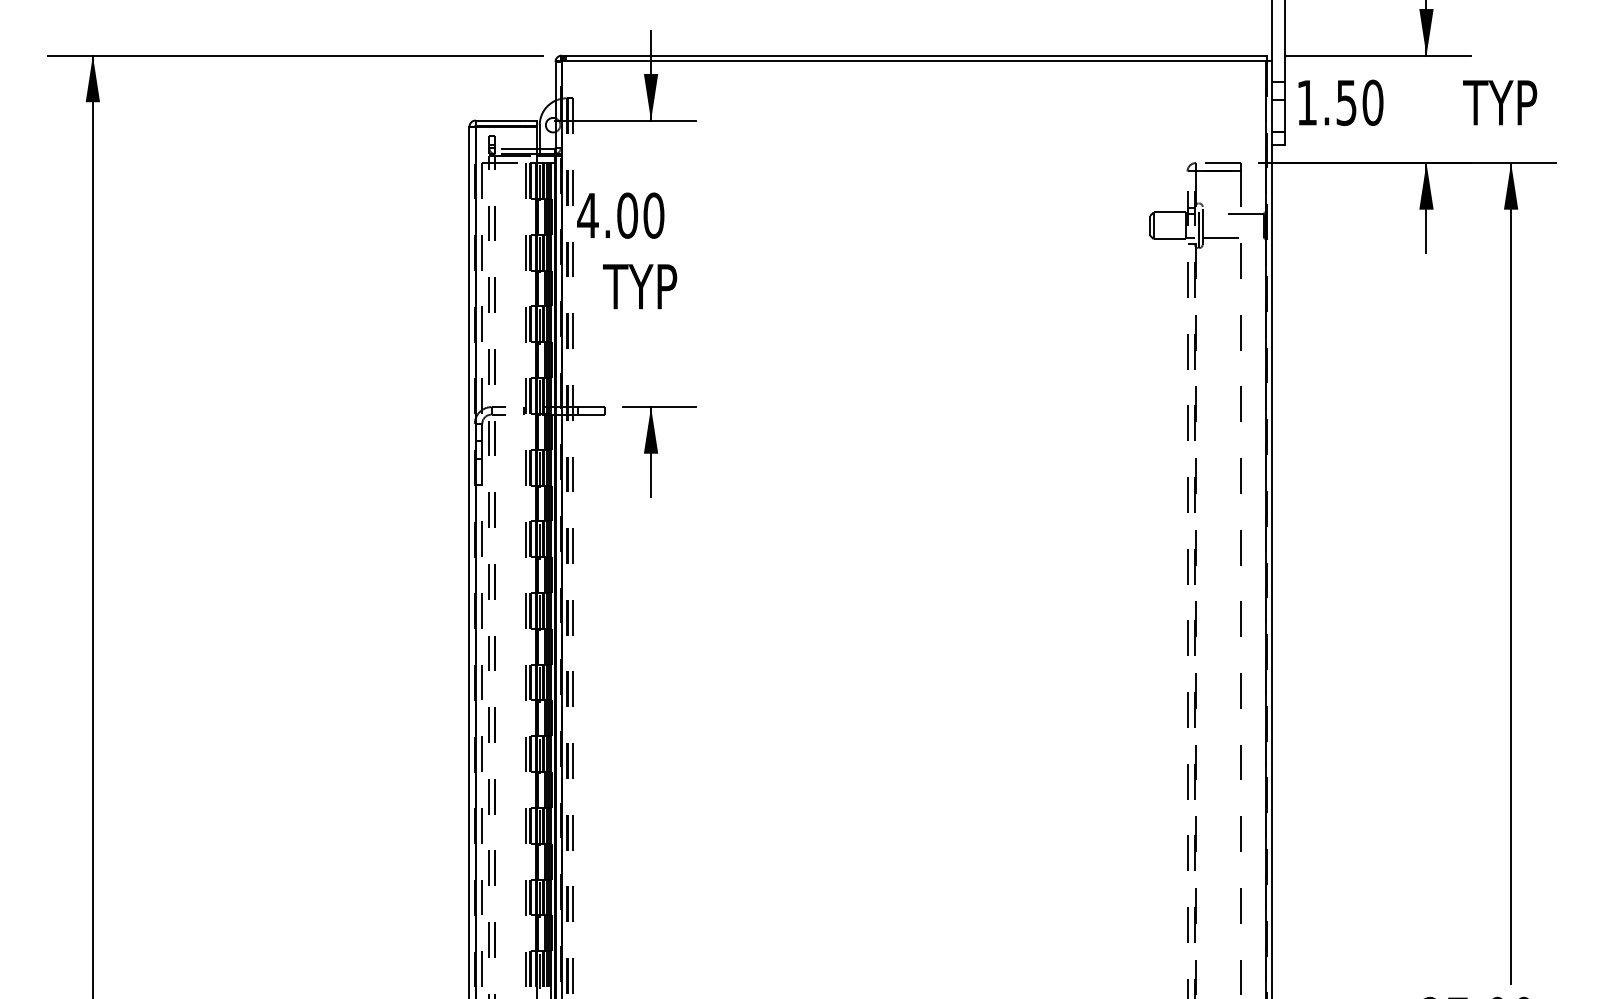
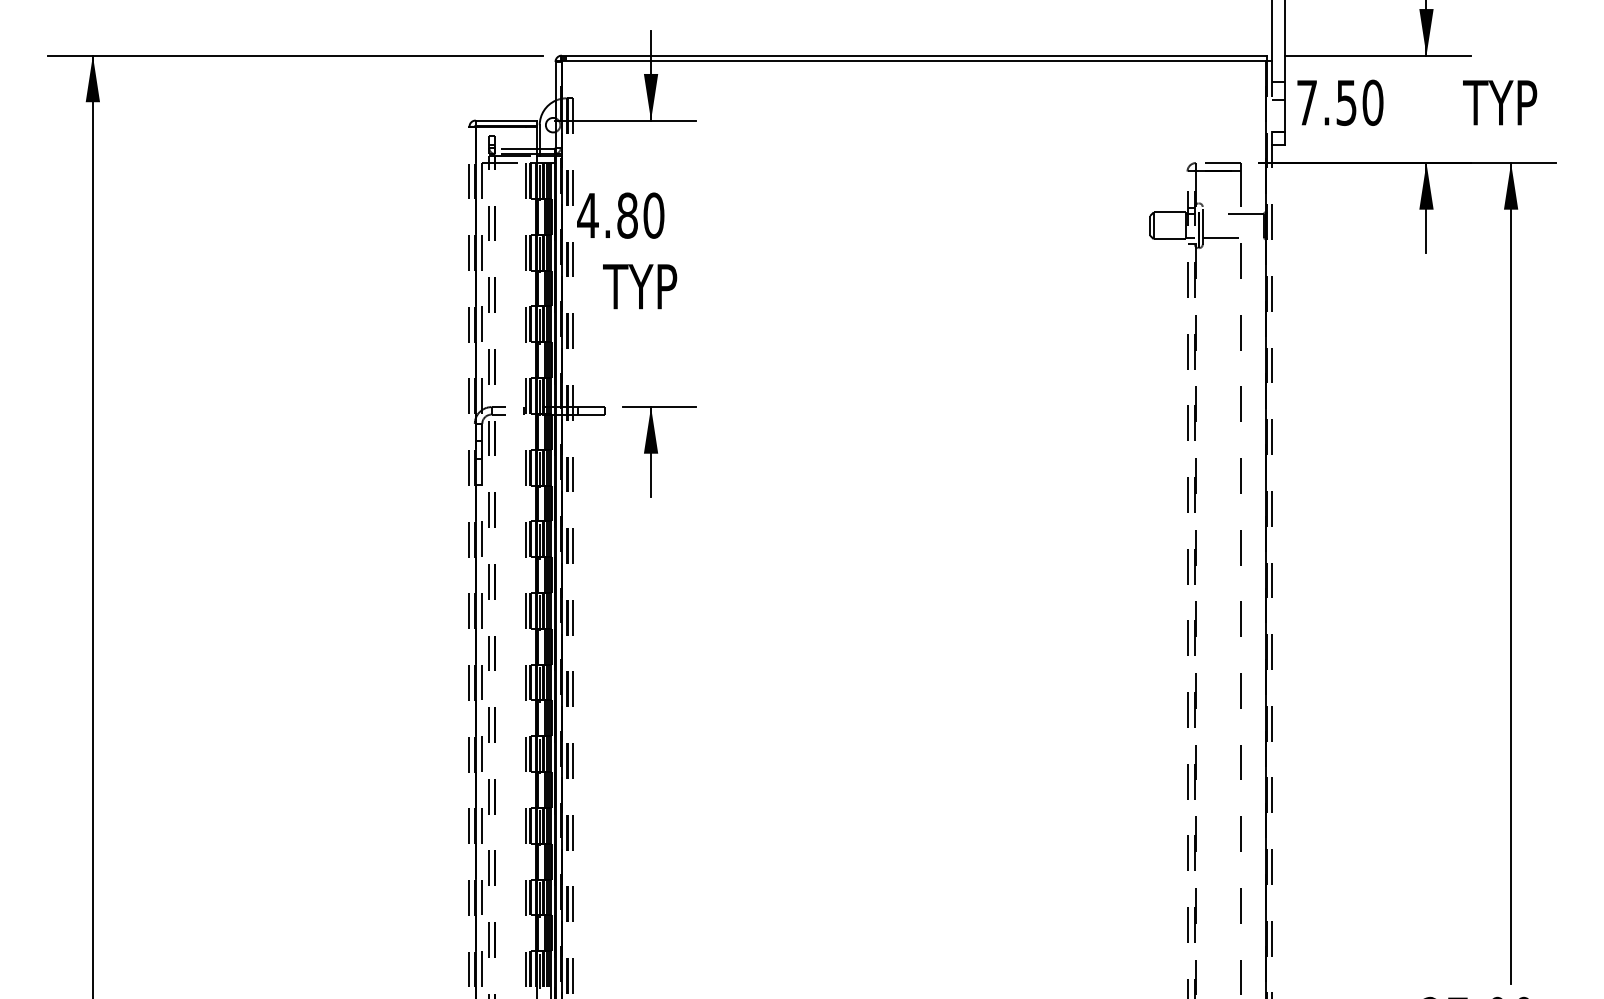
text at (1306, 102): 1.50 -> 7.50
text at (627, 215): 4.00 -> 4.80
line at (1271, 529): solid -> dashed
line at (469, 562): solid -> dashed
